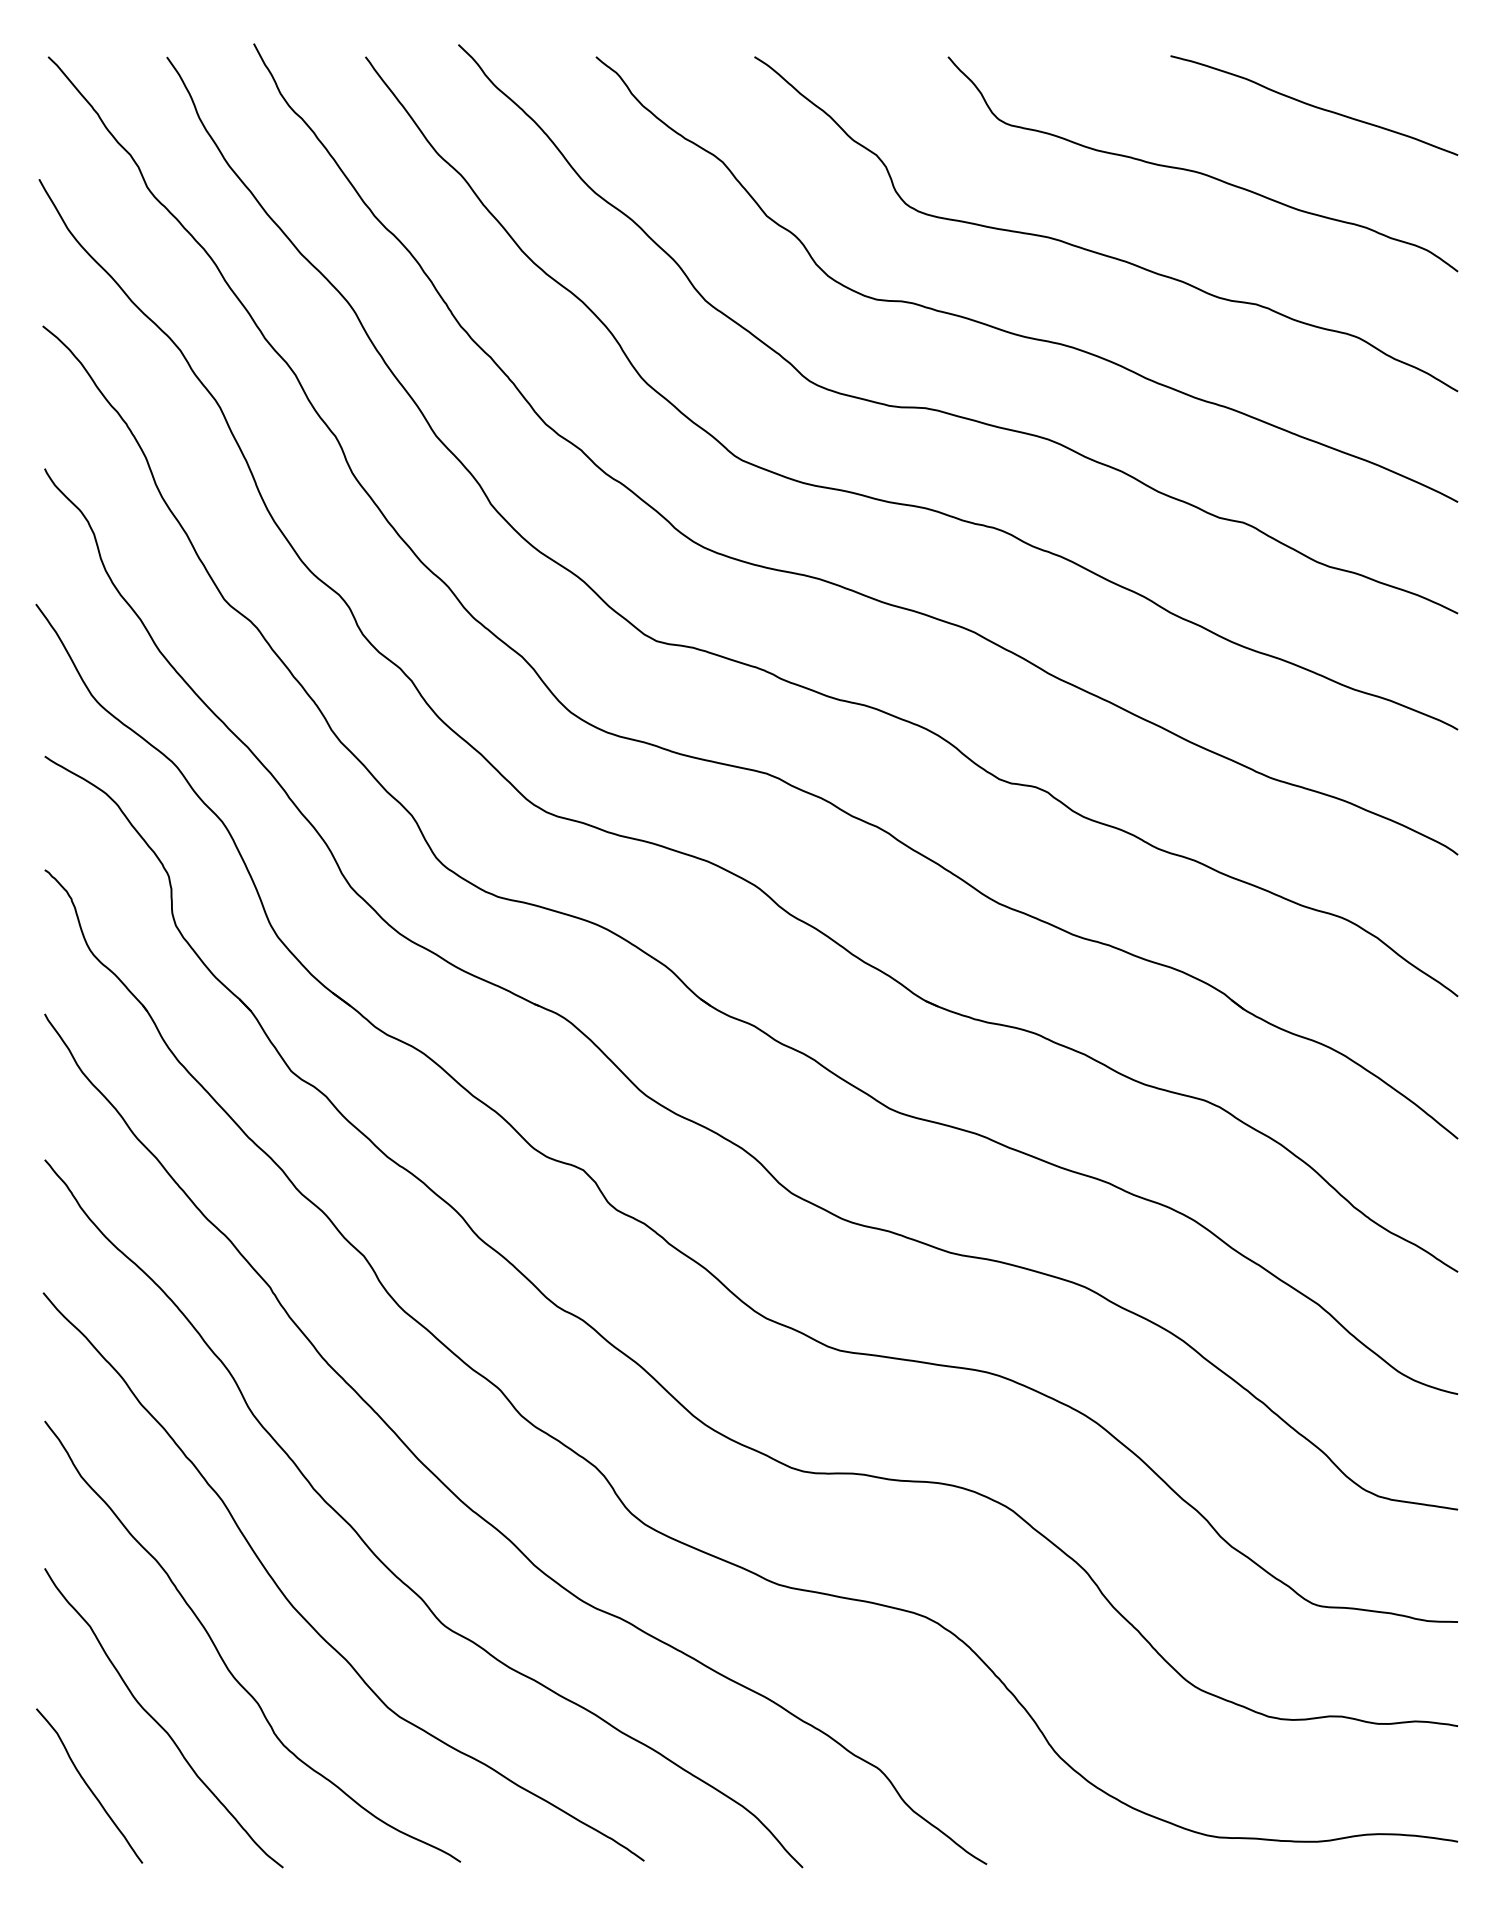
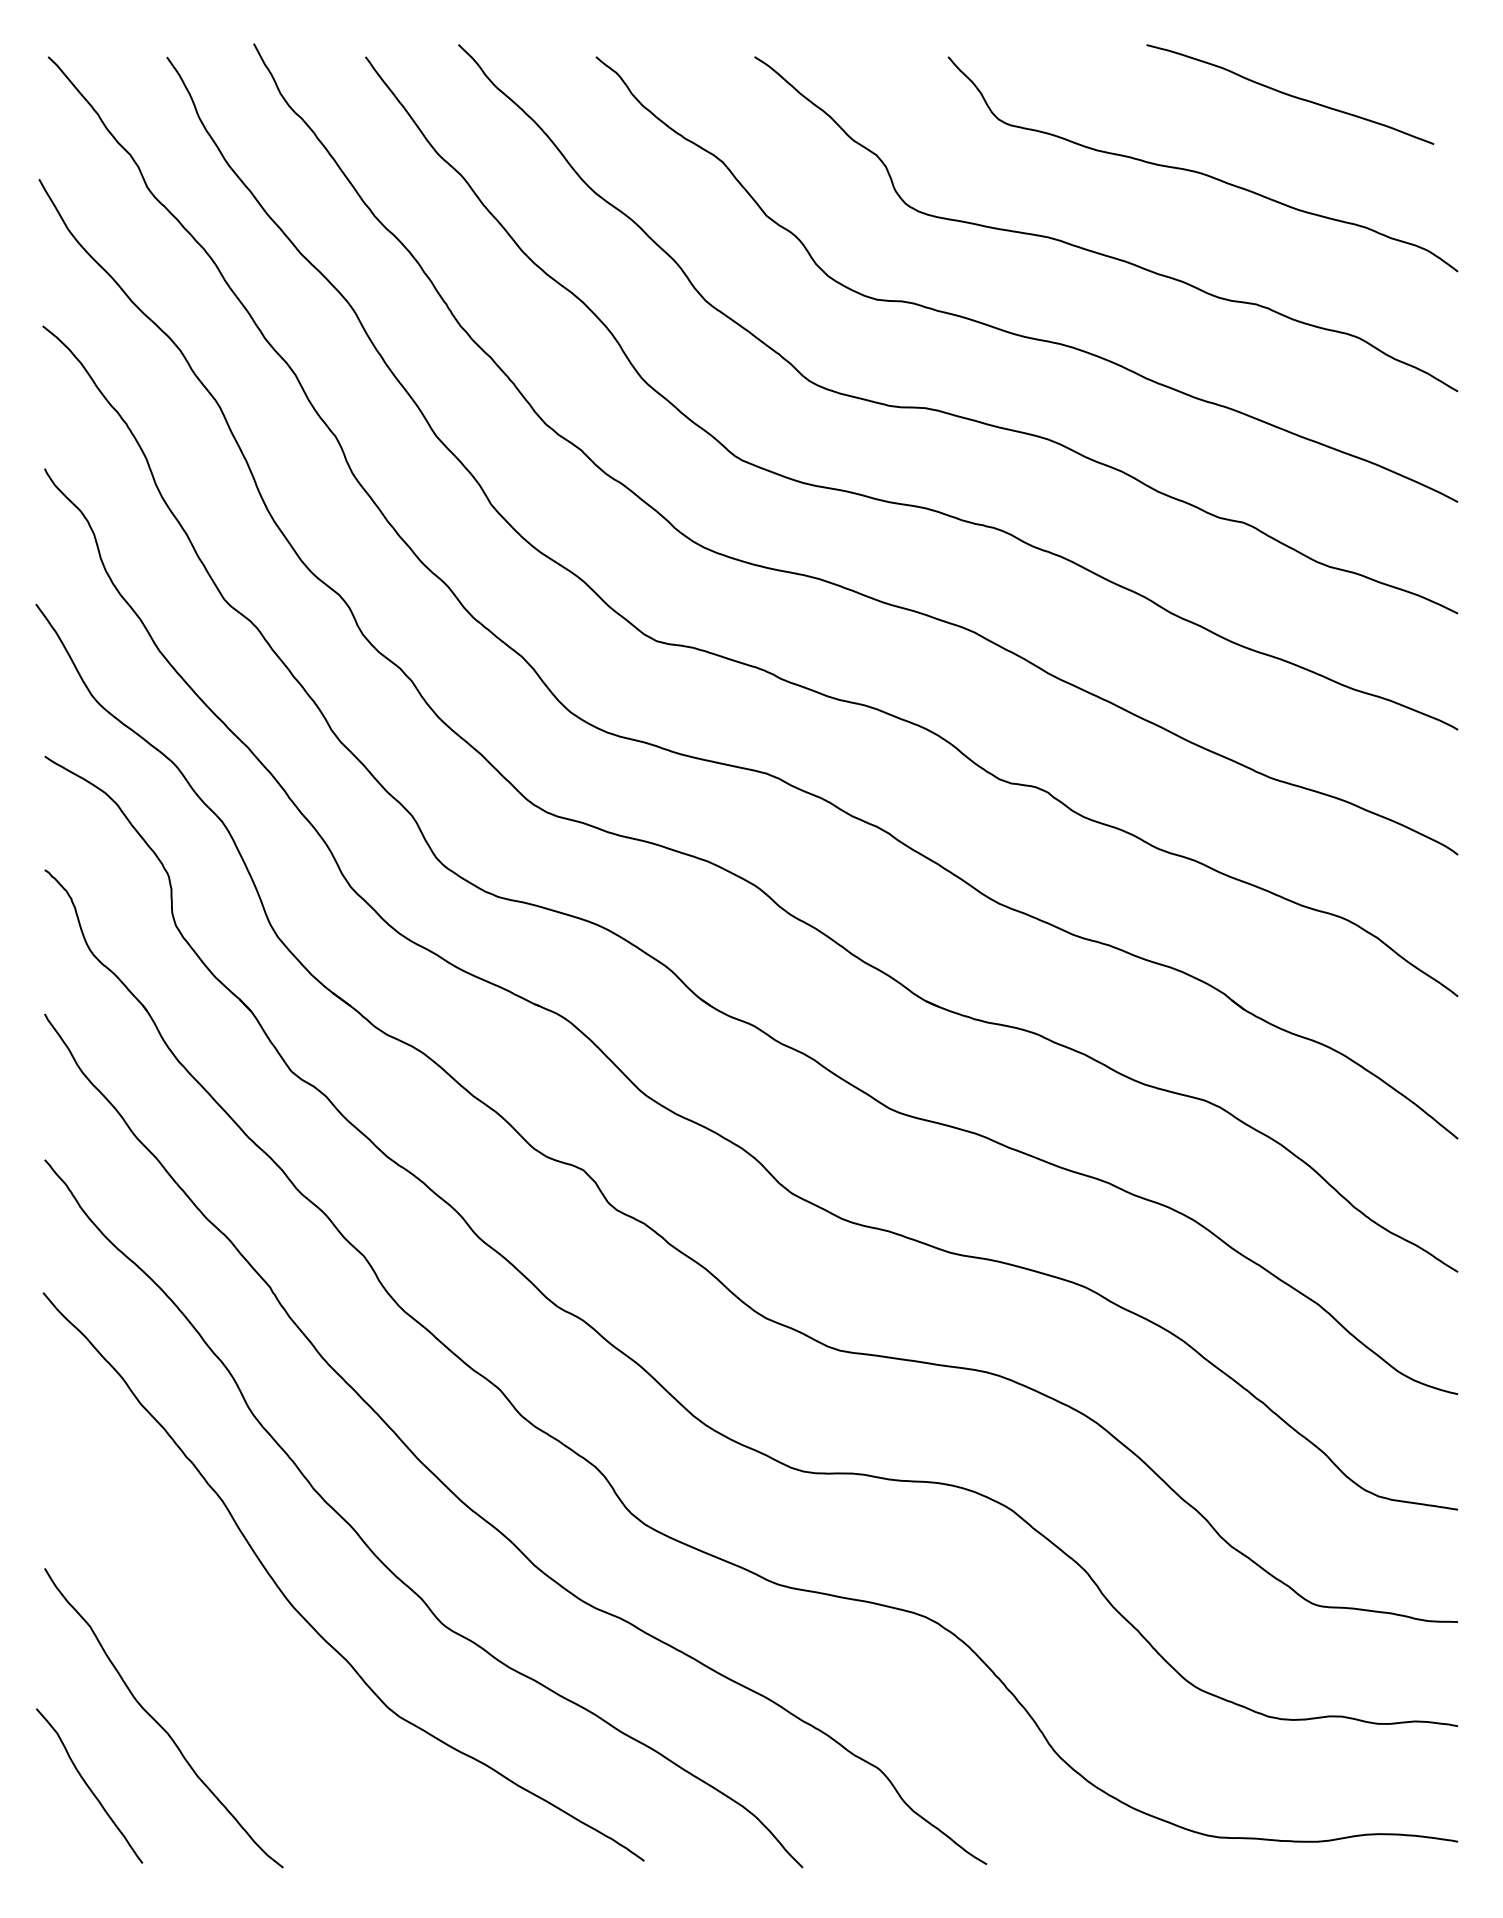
curve at (1314, 105) position: (1314, 105) -> (1290, 94)
curve at (222, 1657): present -> none
